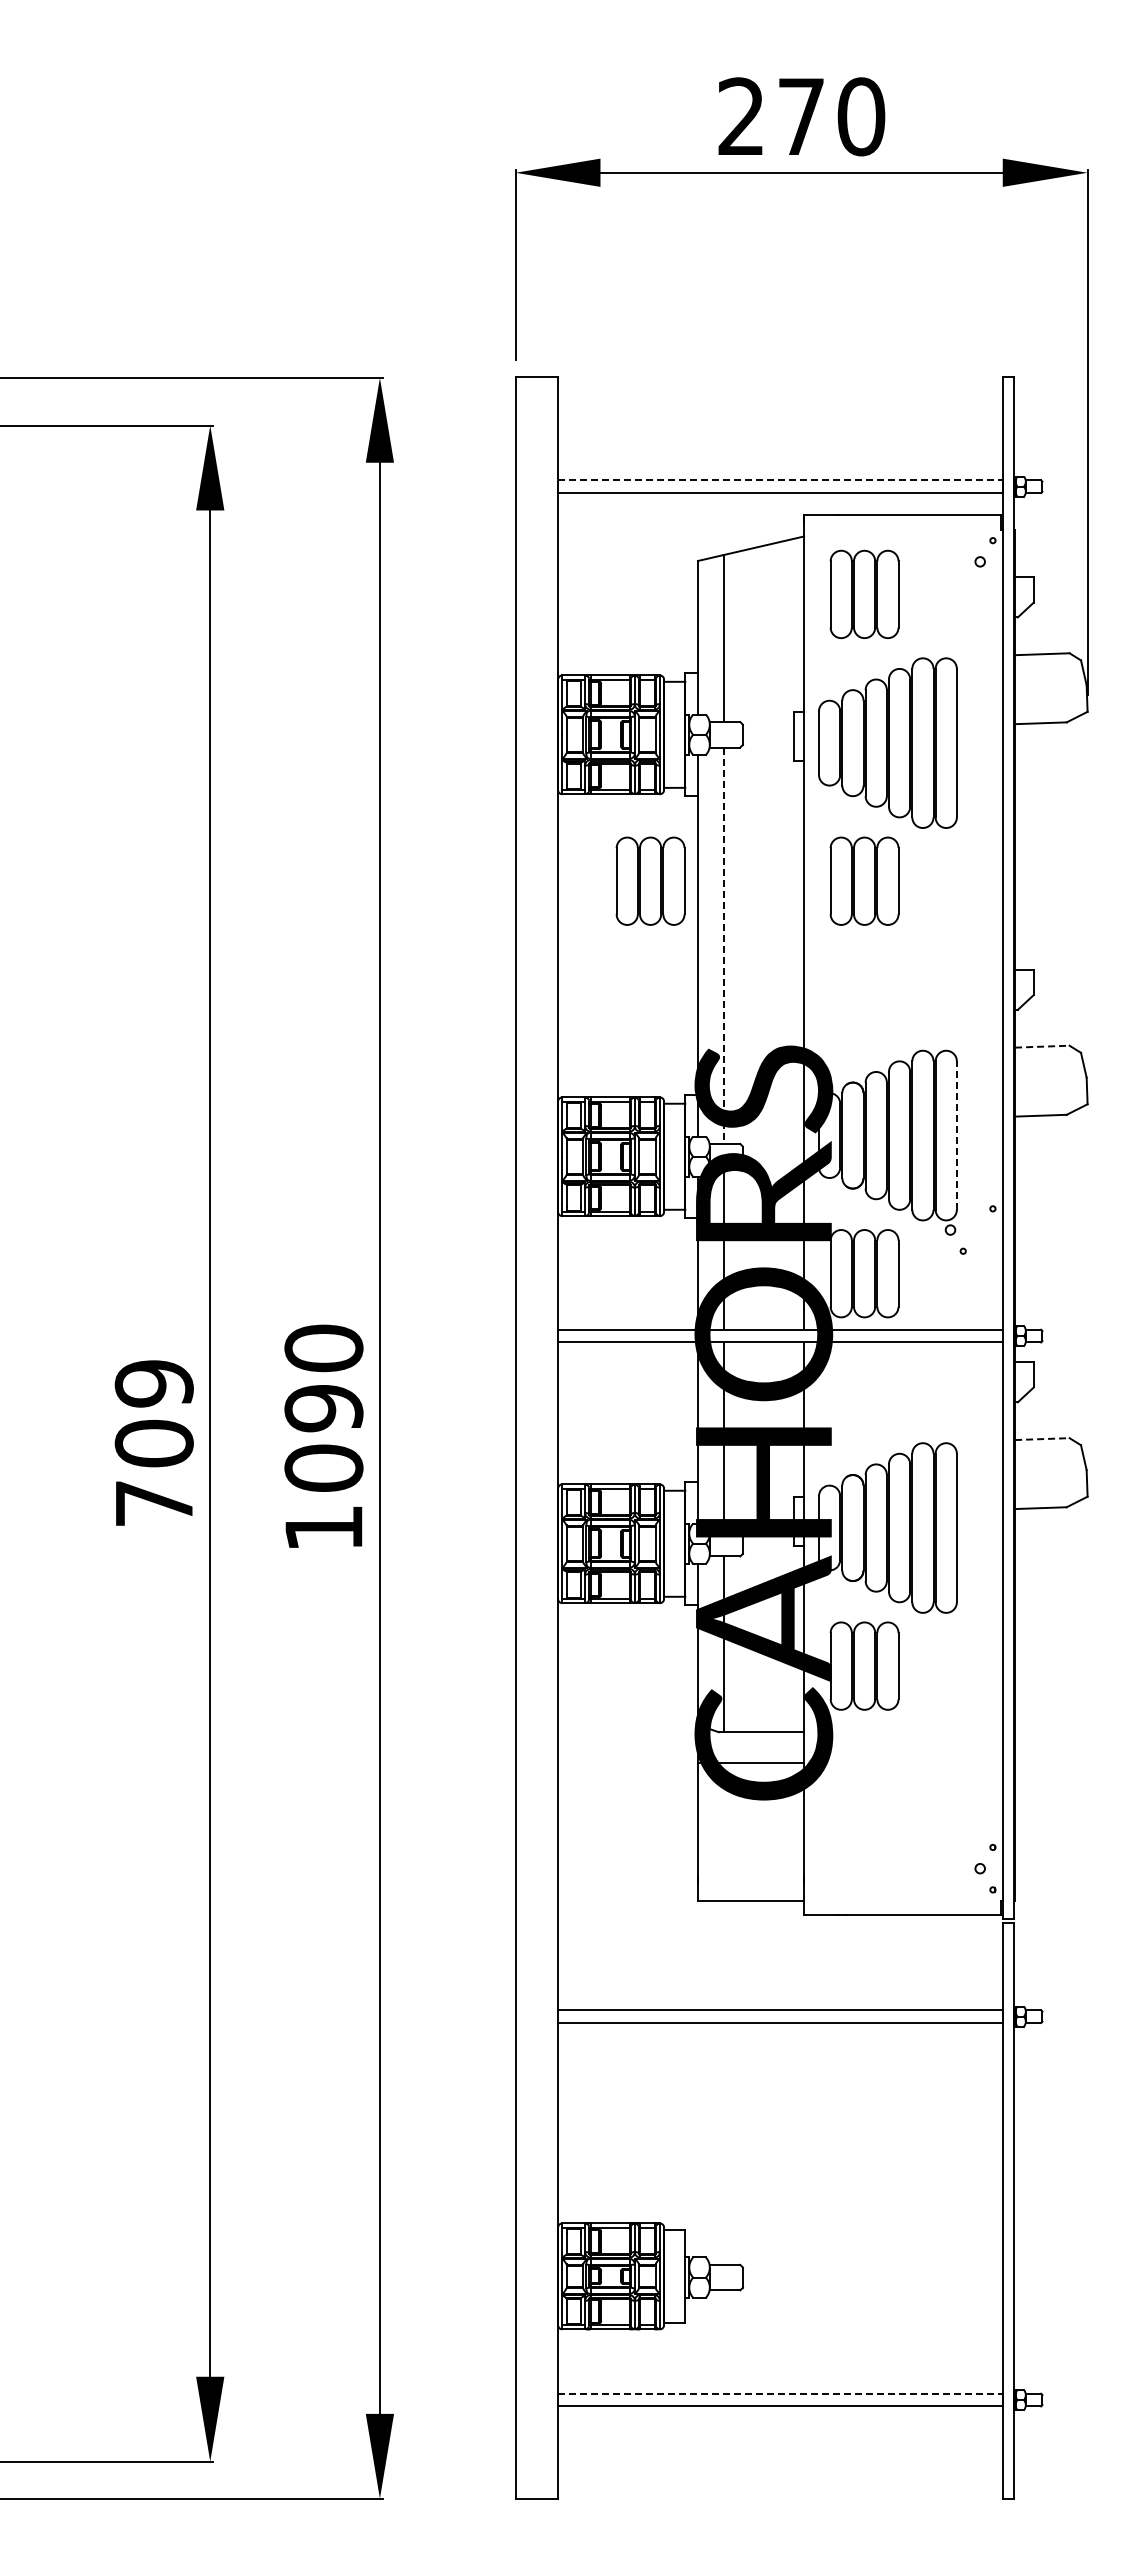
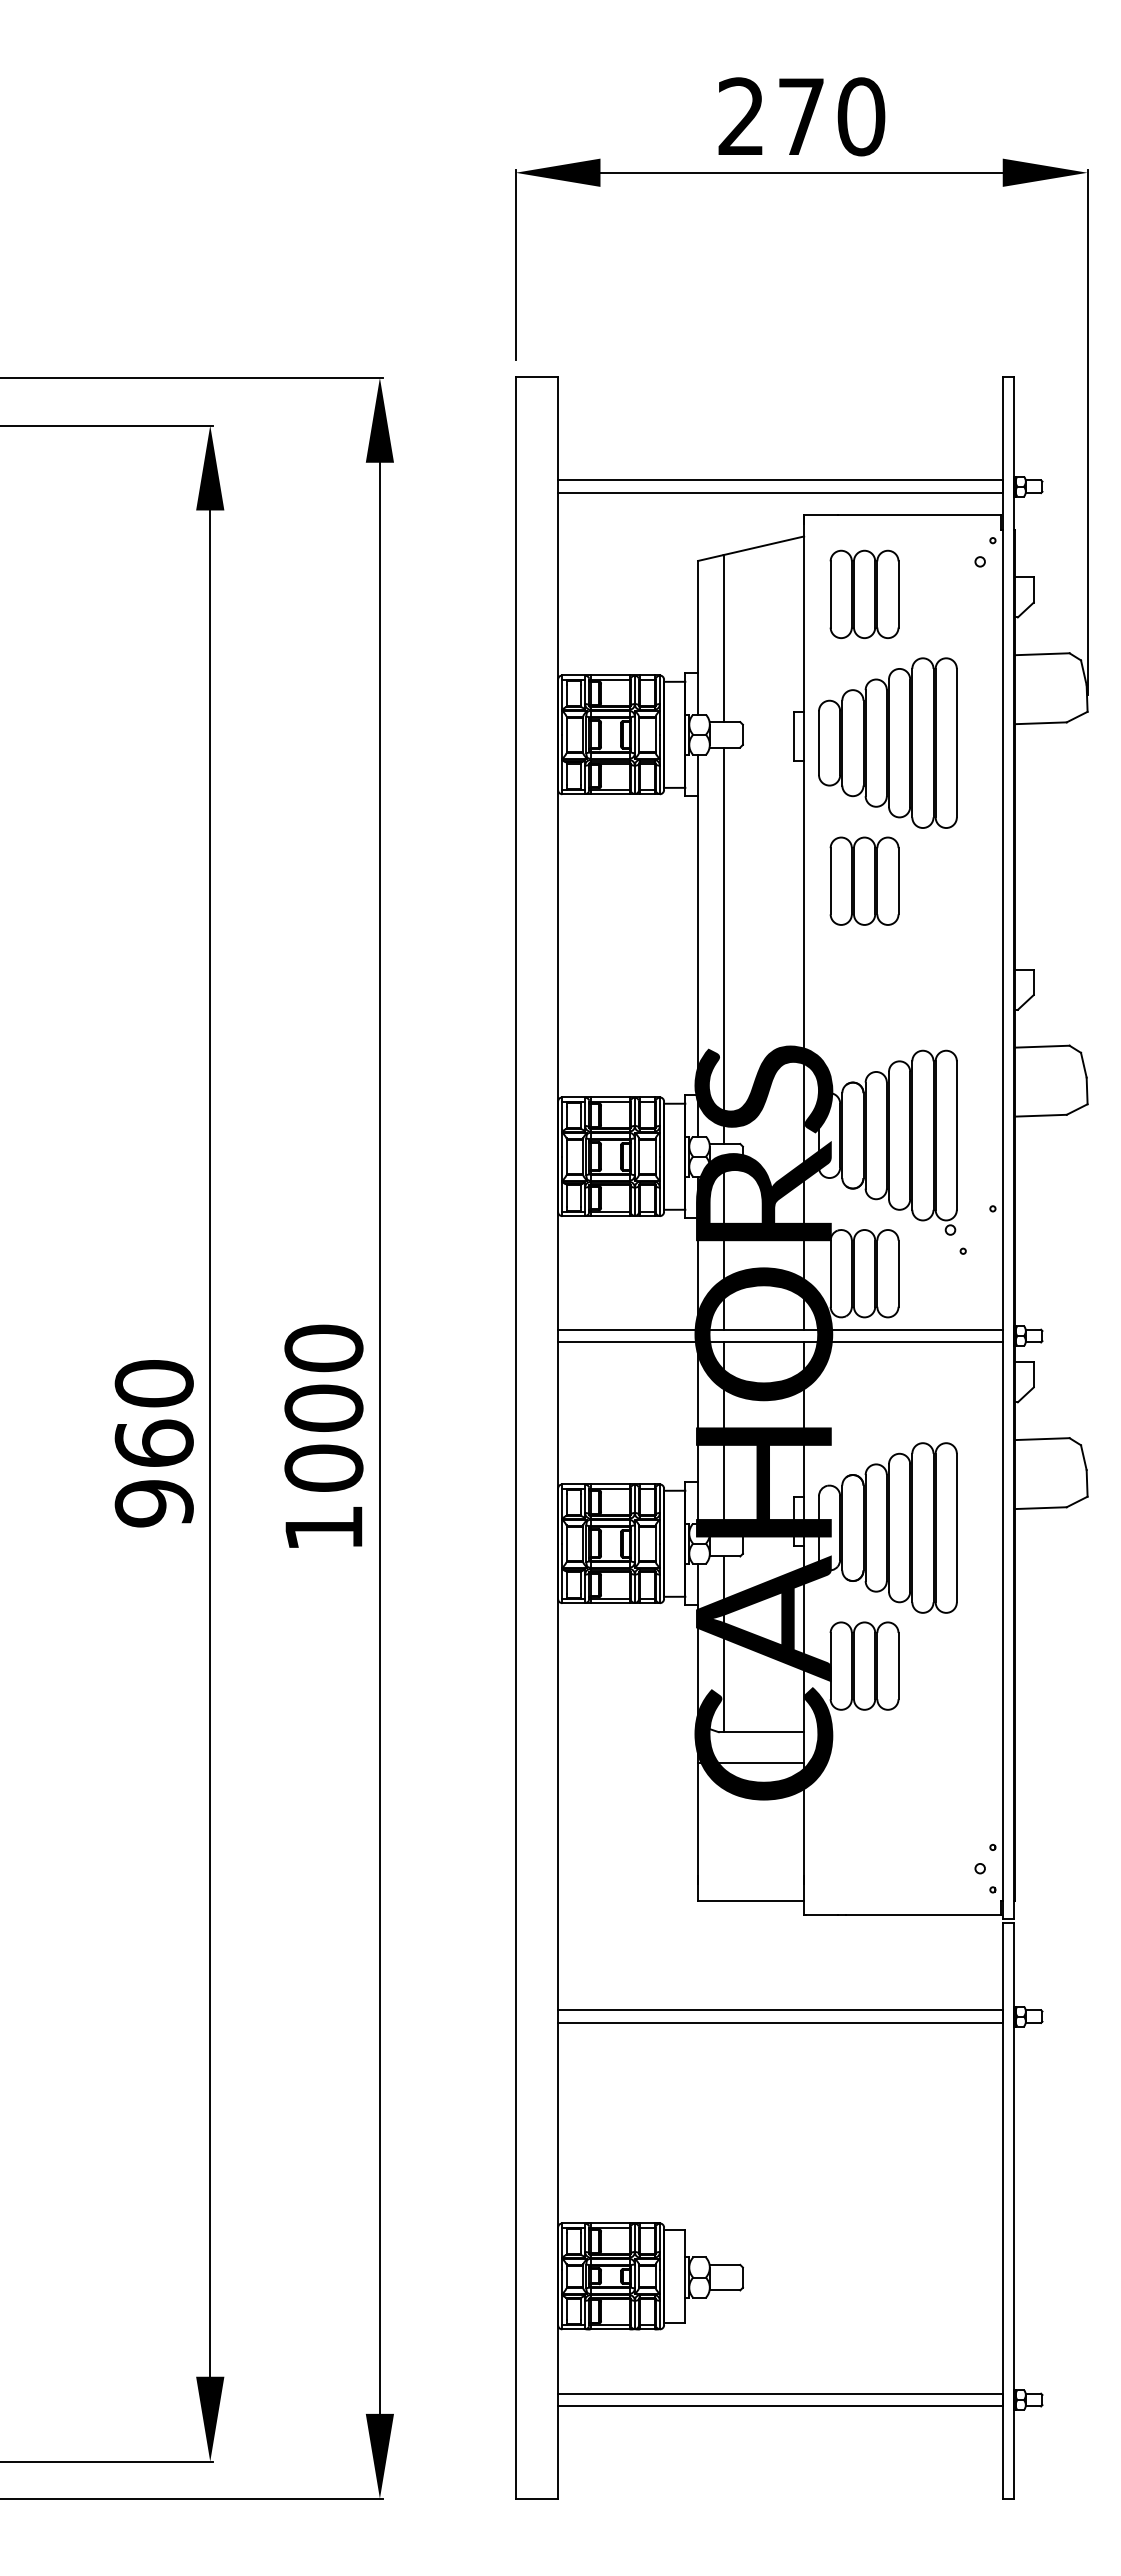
line at (780, 480): dashed -> solid
part at (650, 880): present -> none
line at (723, 946): dashed -> solid
line at (1042, 1046): dashed -> solid
line at (956, 1135): dashed -> solid
text at (323, 1408): 1090 -> 1000
line at (1042, 1439): dashed -> solid
text at (153, 1443): 709 -> 960
line at (780, 2393): dashed -> solid
